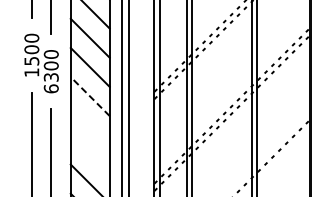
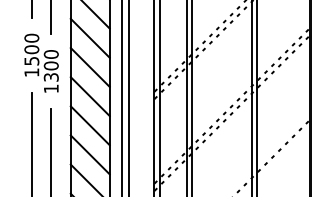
text at (50, 88): 6300 -> 1300
line at (90, 96): dashed -> solid
line at (89, 125): none -> present
line at (89, 154): none -> present
